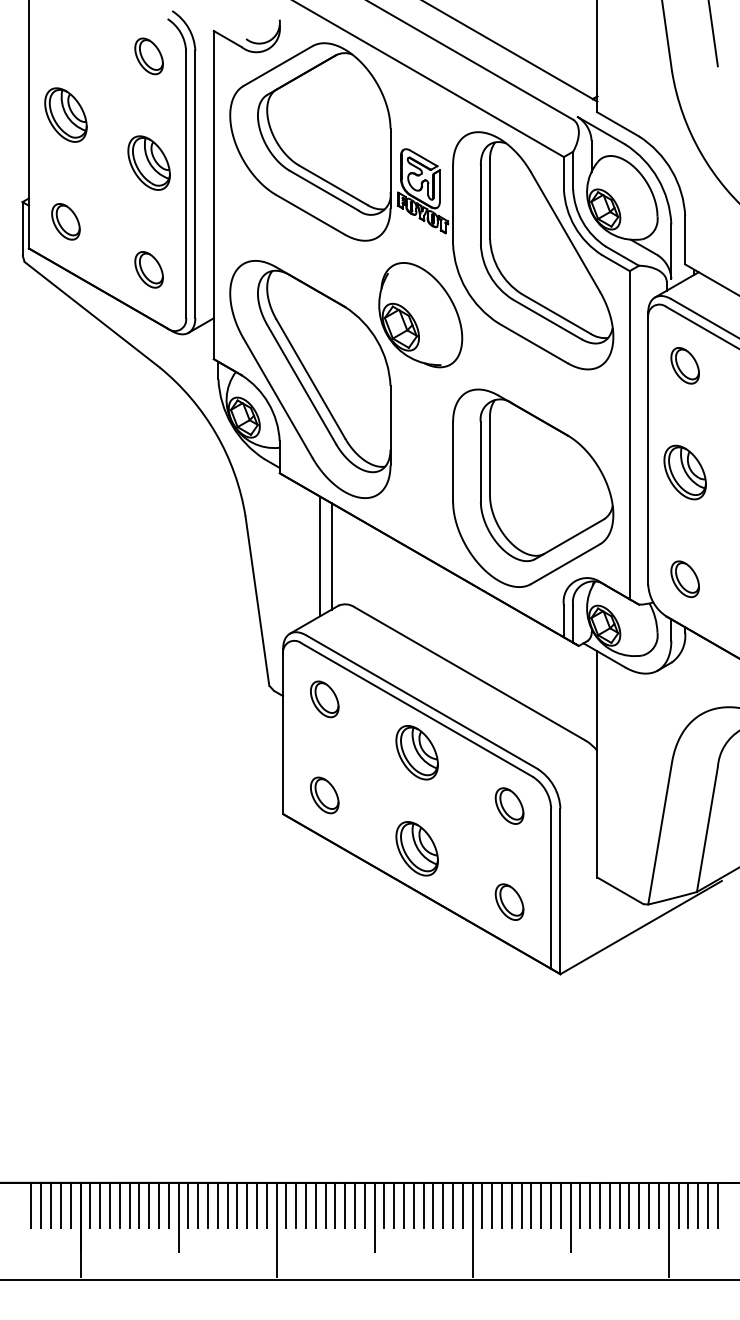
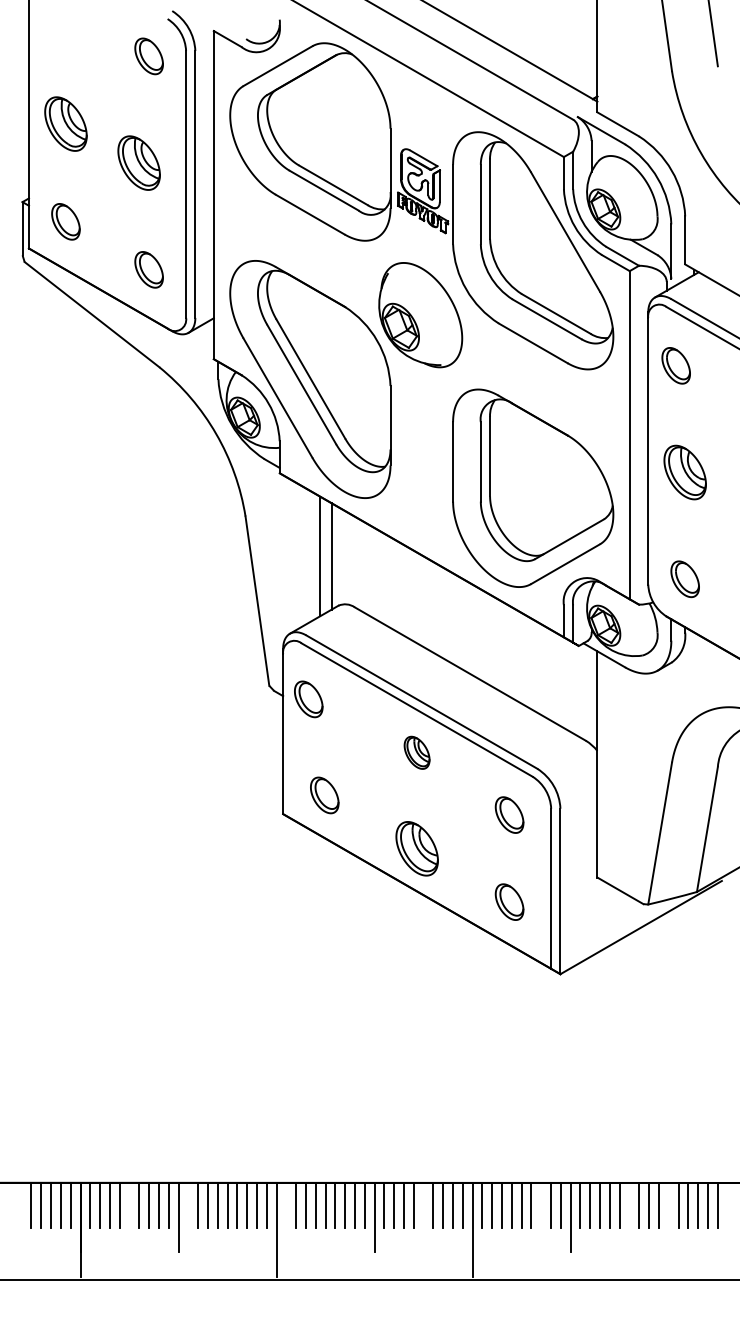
part at (65, 114) position: (65, 114) -> (65, 123)
part at (148, 162) position: (148, 162) -> (138, 162)
part at (684, 365) position: (684, 365) -> (675, 365)
part at (324, 699) position: (324, 699) -> (308, 699)
part at (416, 752) size: 44x56 px -> 28x35 px
part at (509, 805) position: (509, 805) -> (509, 814)
line at (129, 1204): present -> none
line at (188, 1204): present -> none
line at (286, 1204): present -> none
line at (423, 1204): present -> none
line at (541, 1204): present -> none
line at (629, 1204): present -> none
line at (668, 1229): present -> none
